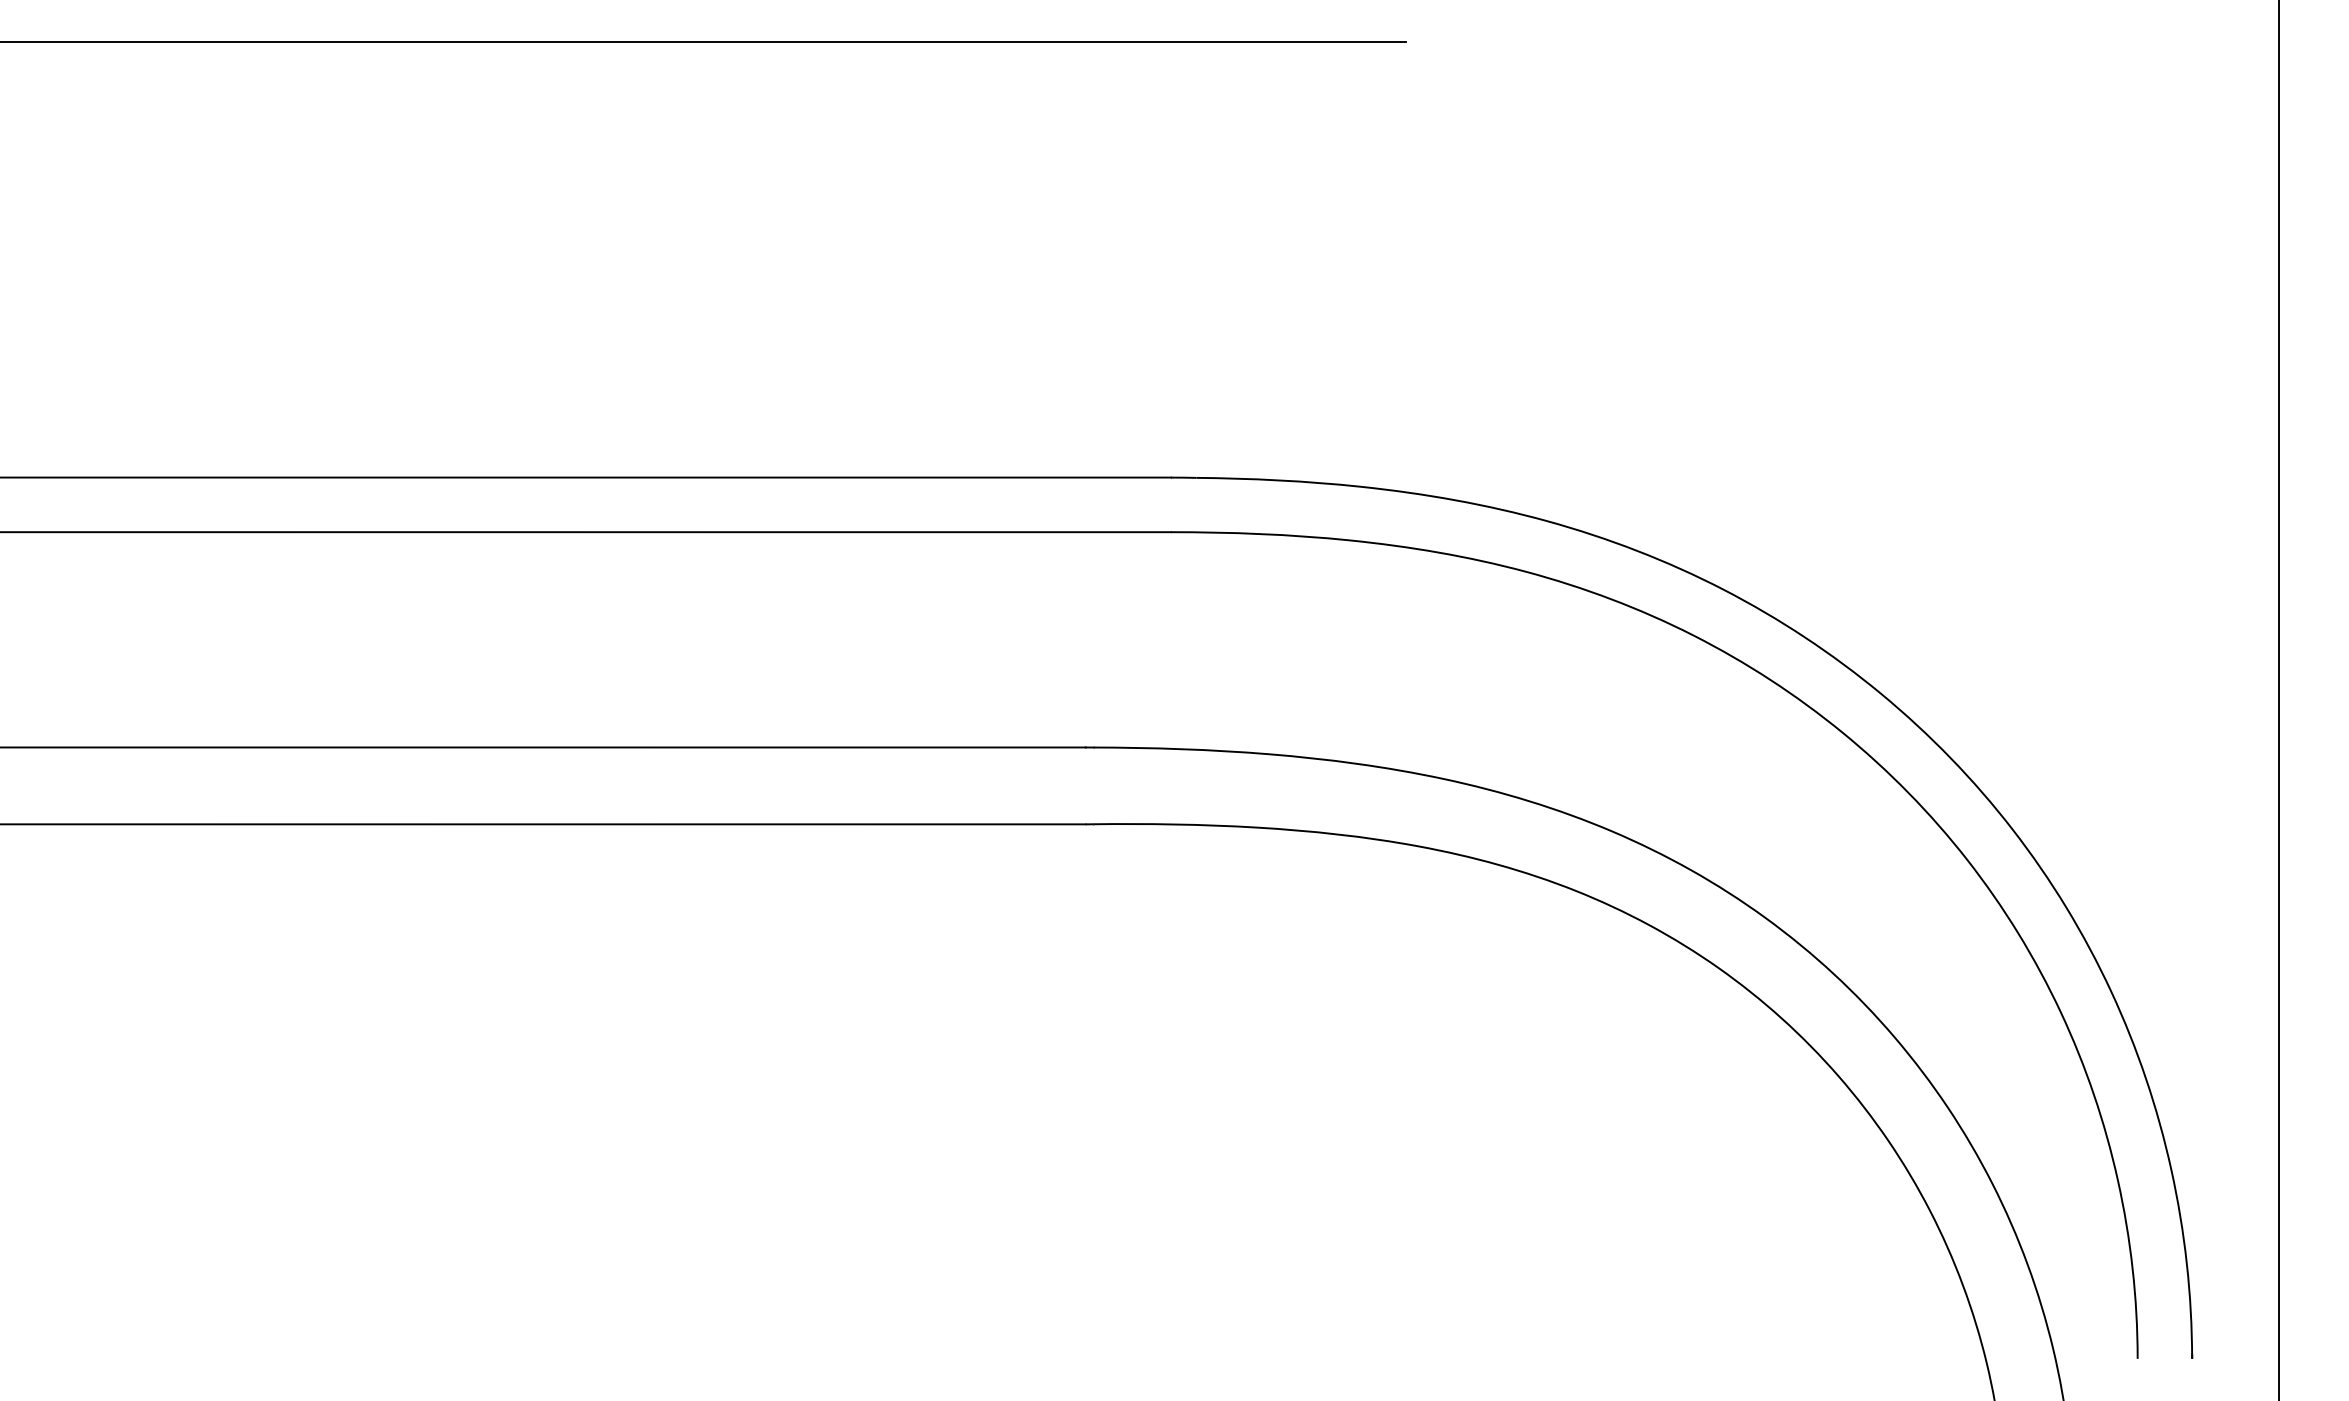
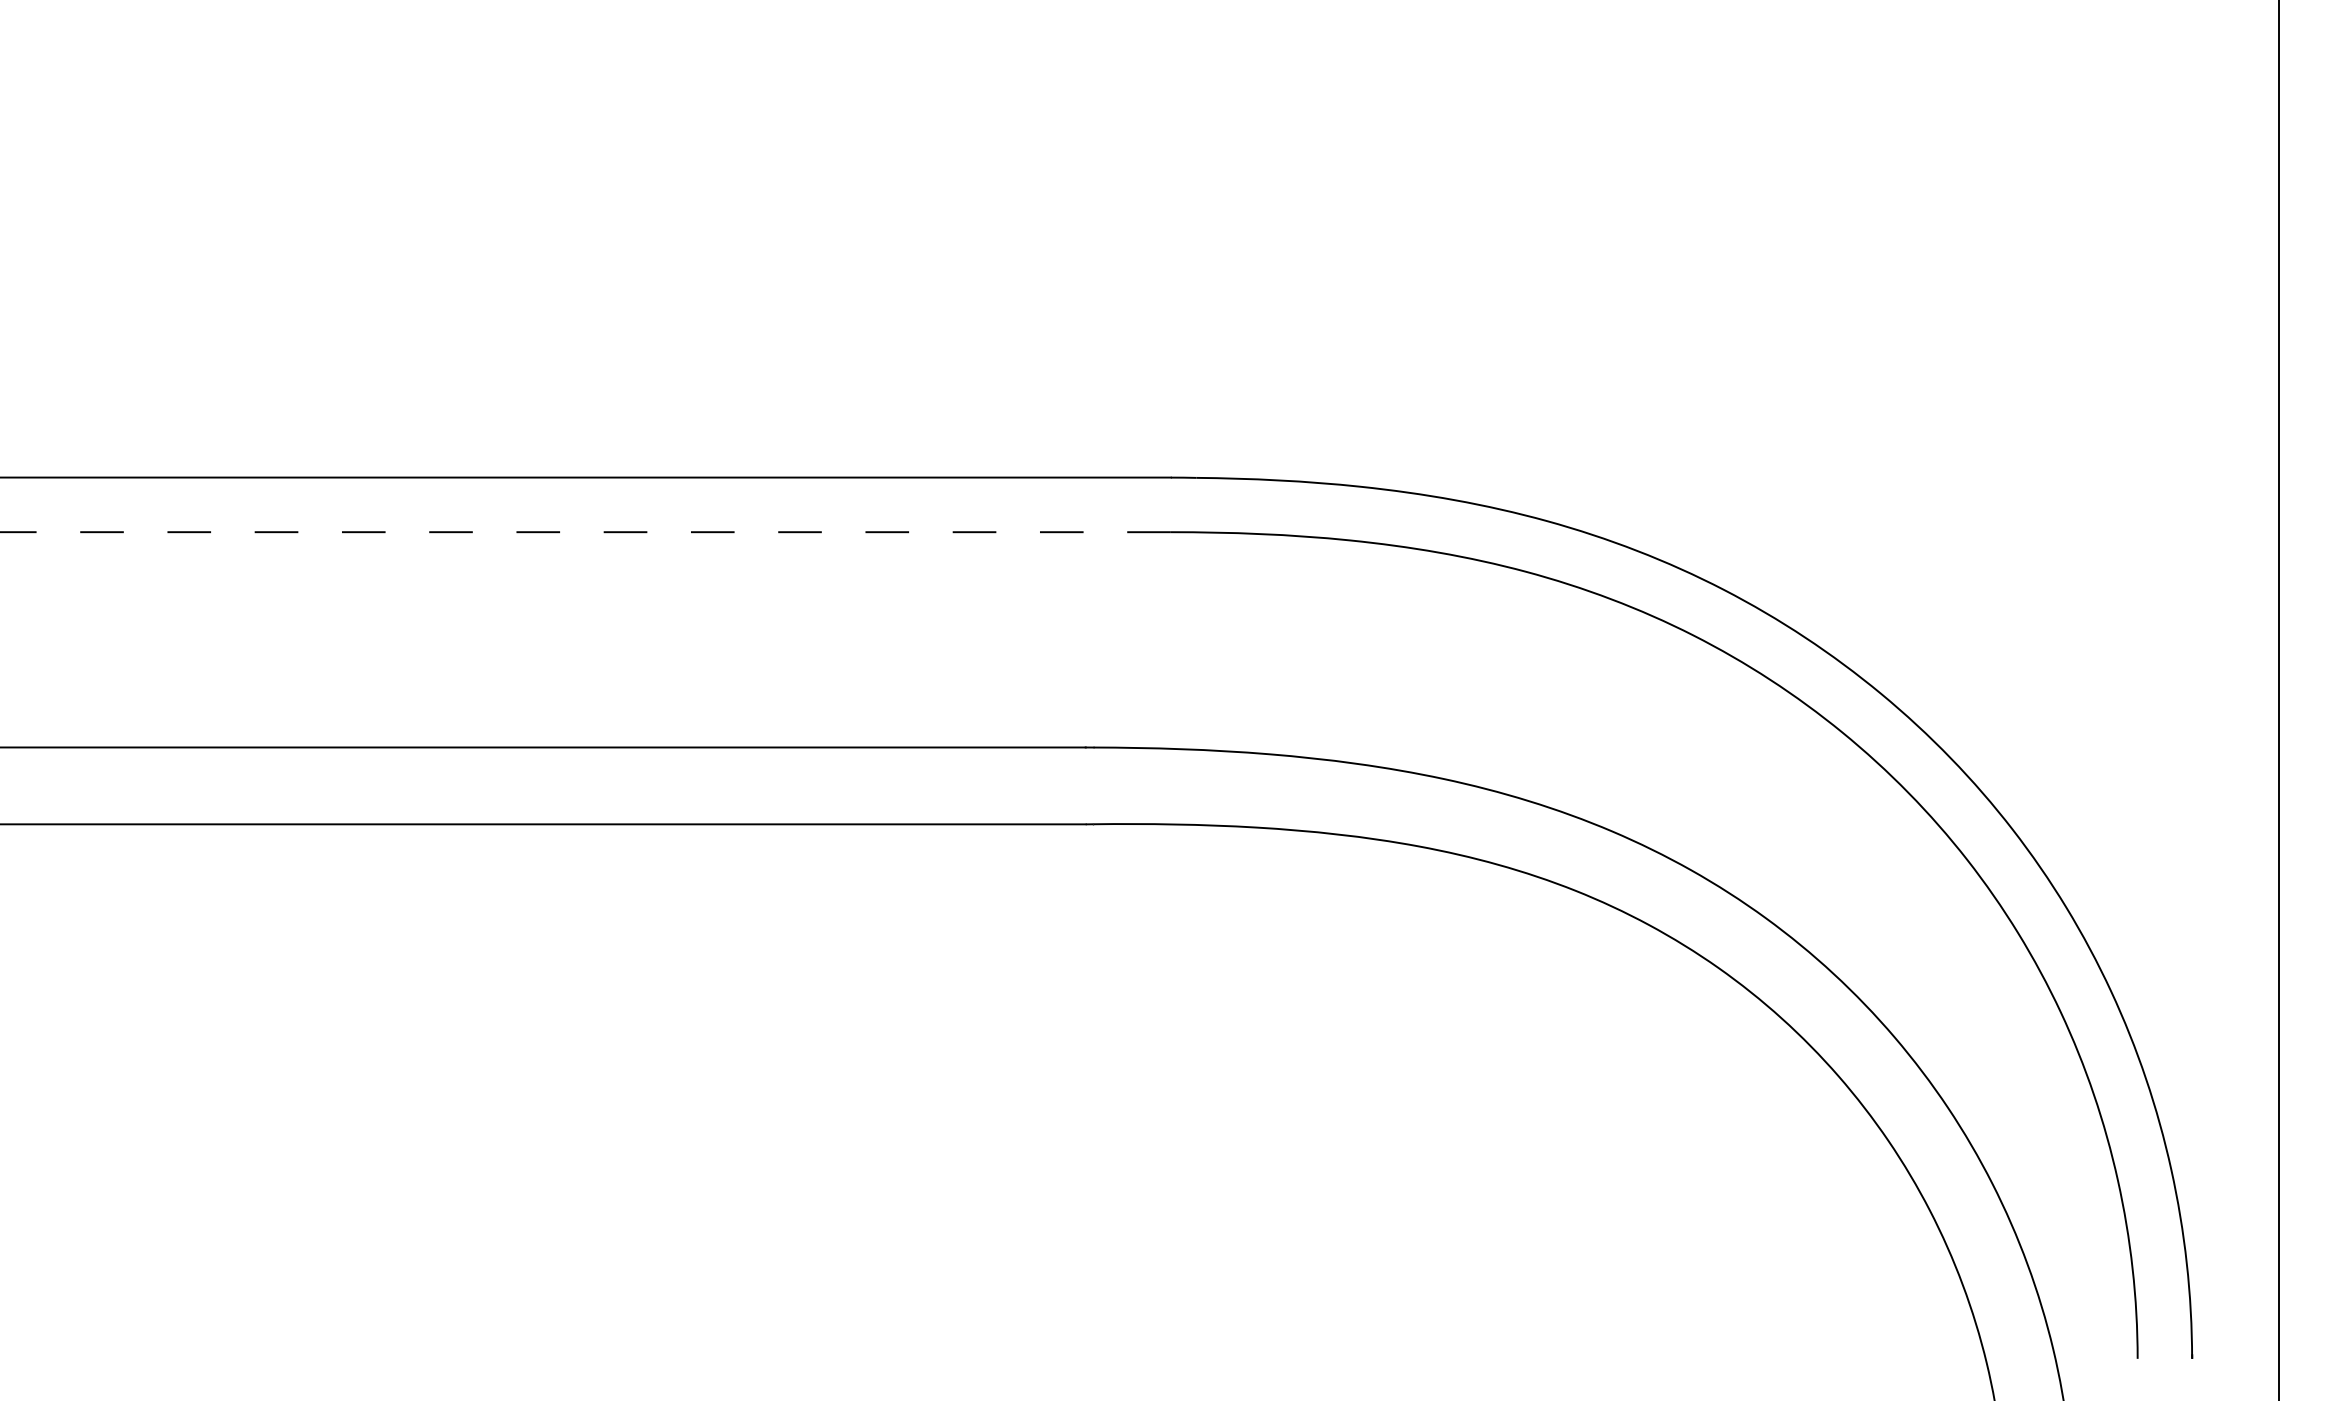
line at (703, 42): present -> none
line at (585, 532): solid -> dashed
